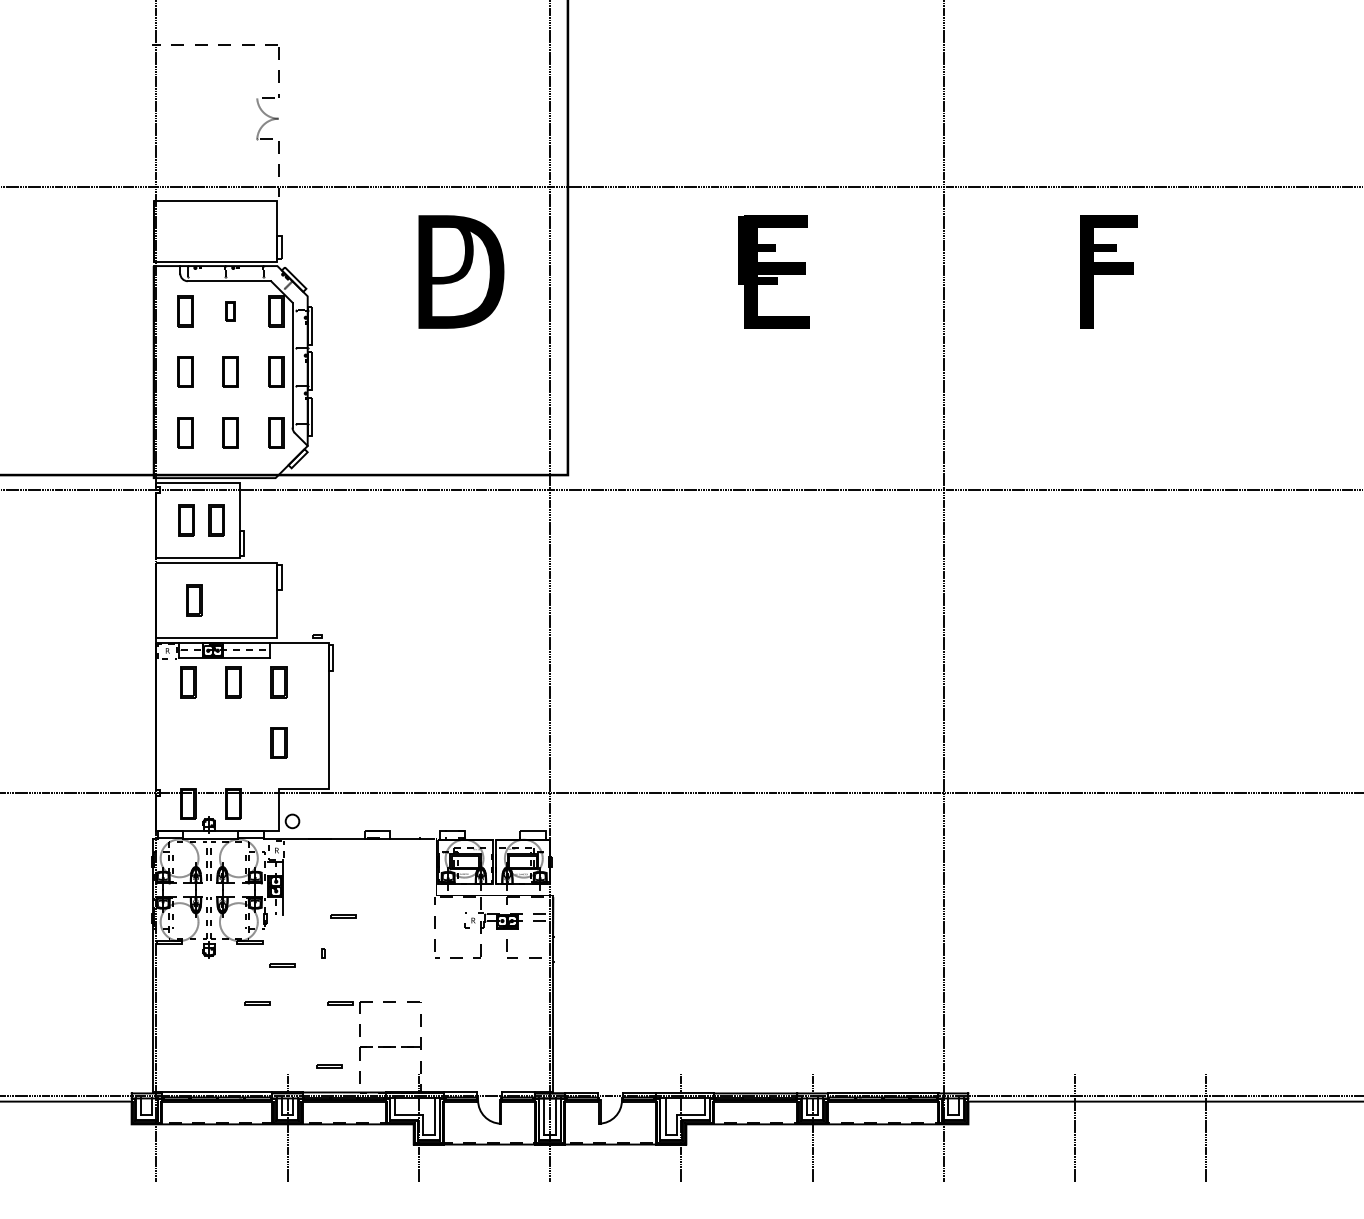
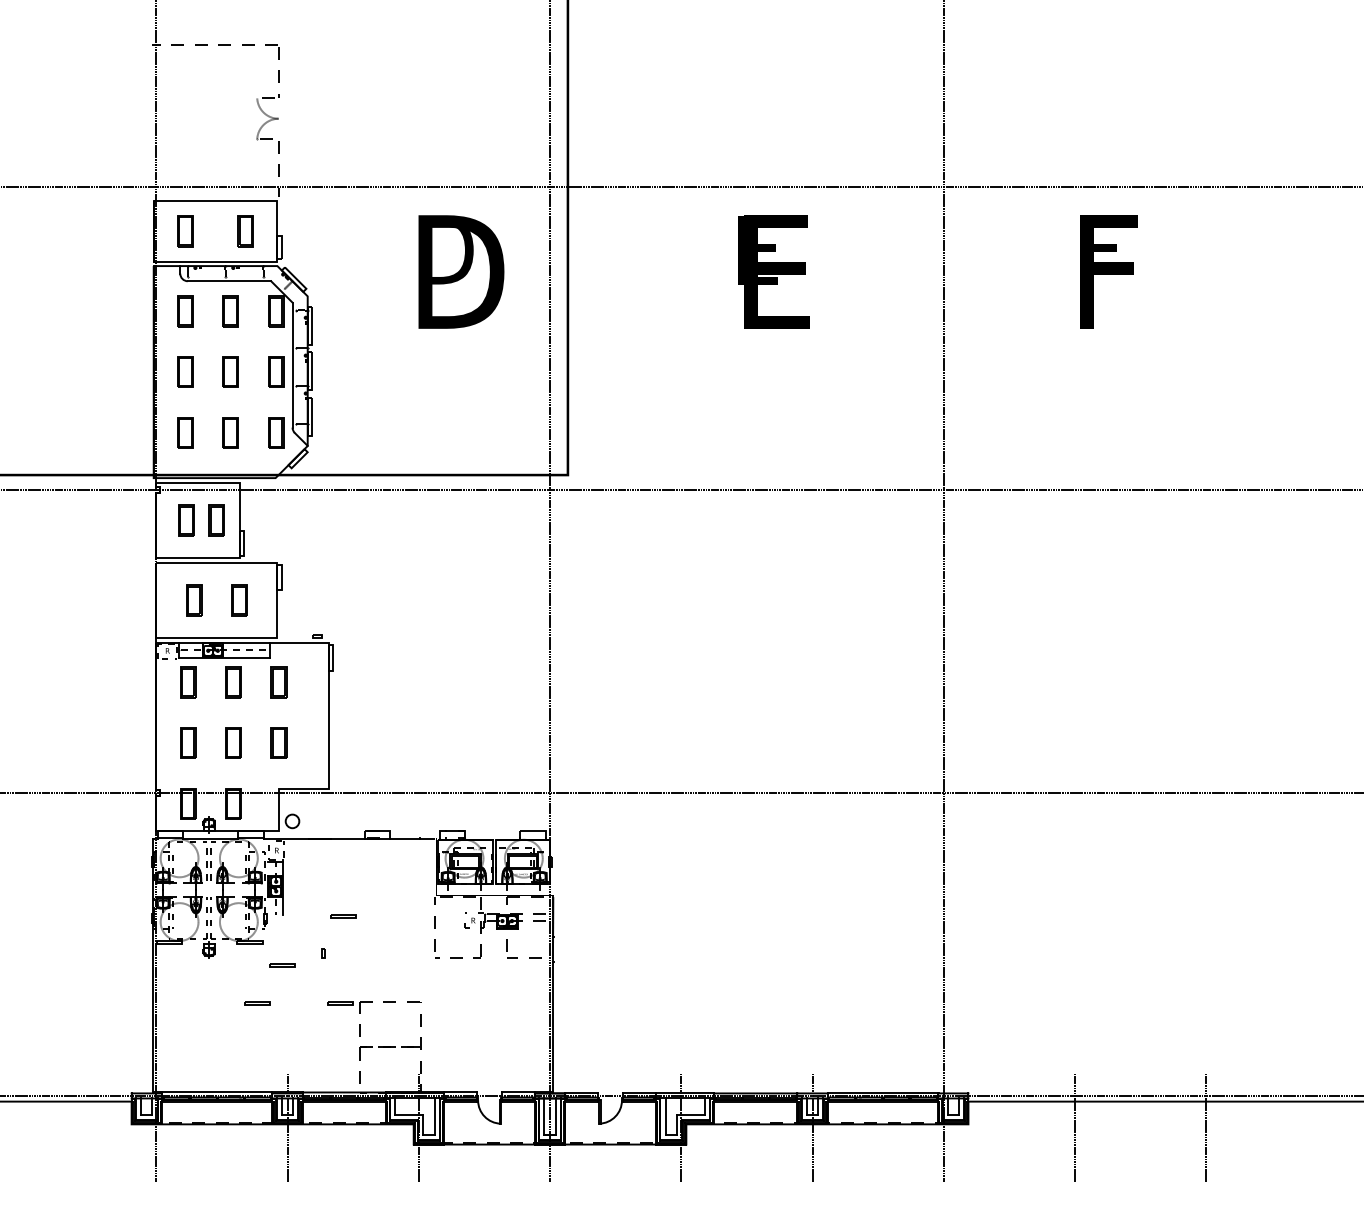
part at (185, 231): none -> present
part at (245, 231): none -> present
part at (230, 311) size: 11x21 px -> 17x33 px
part at (239, 600): none -> present
part at (188, 742): none -> present
part at (233, 742): none -> present
line at (329, 1065): present -> none
